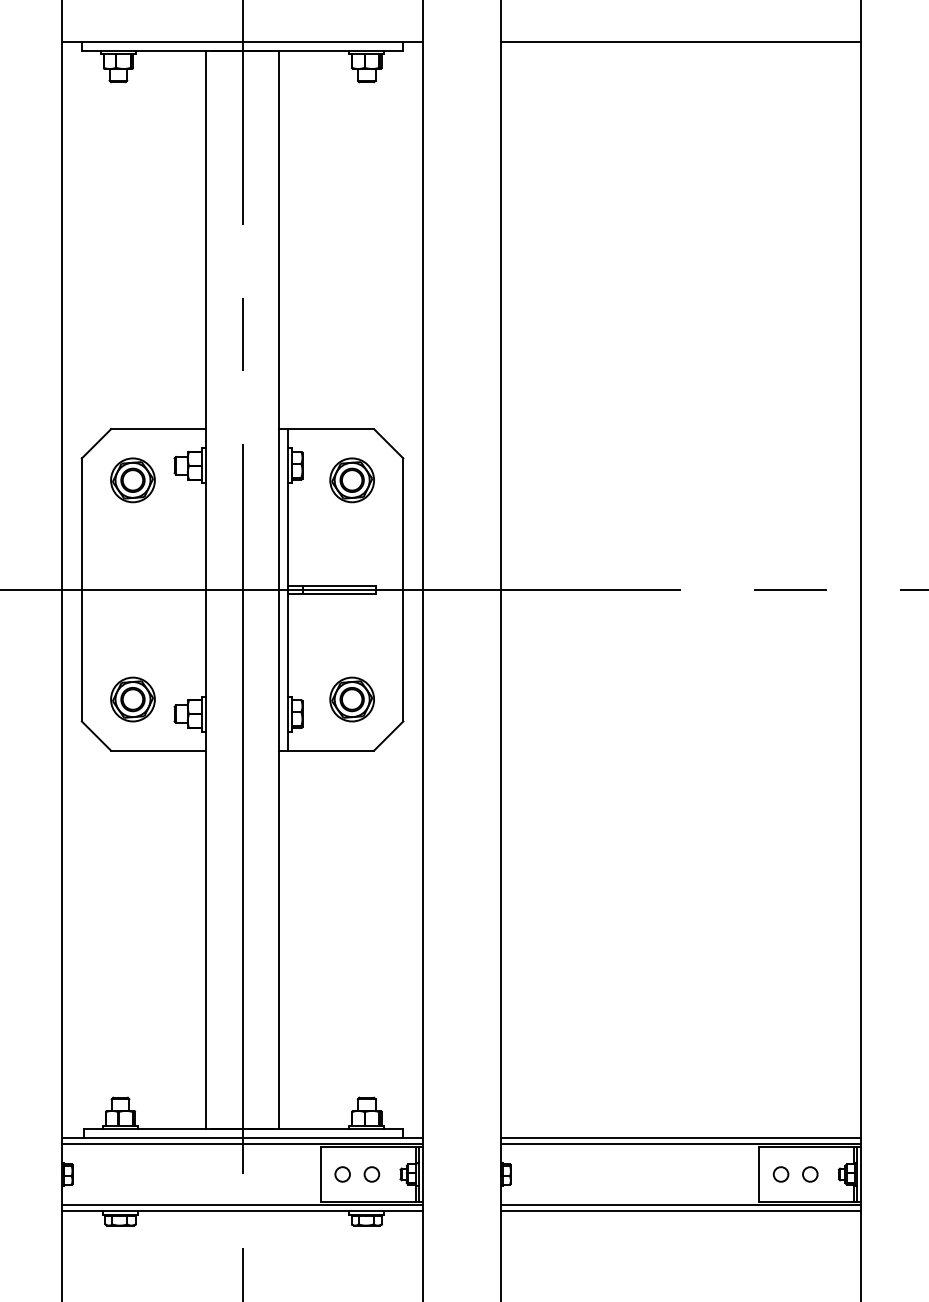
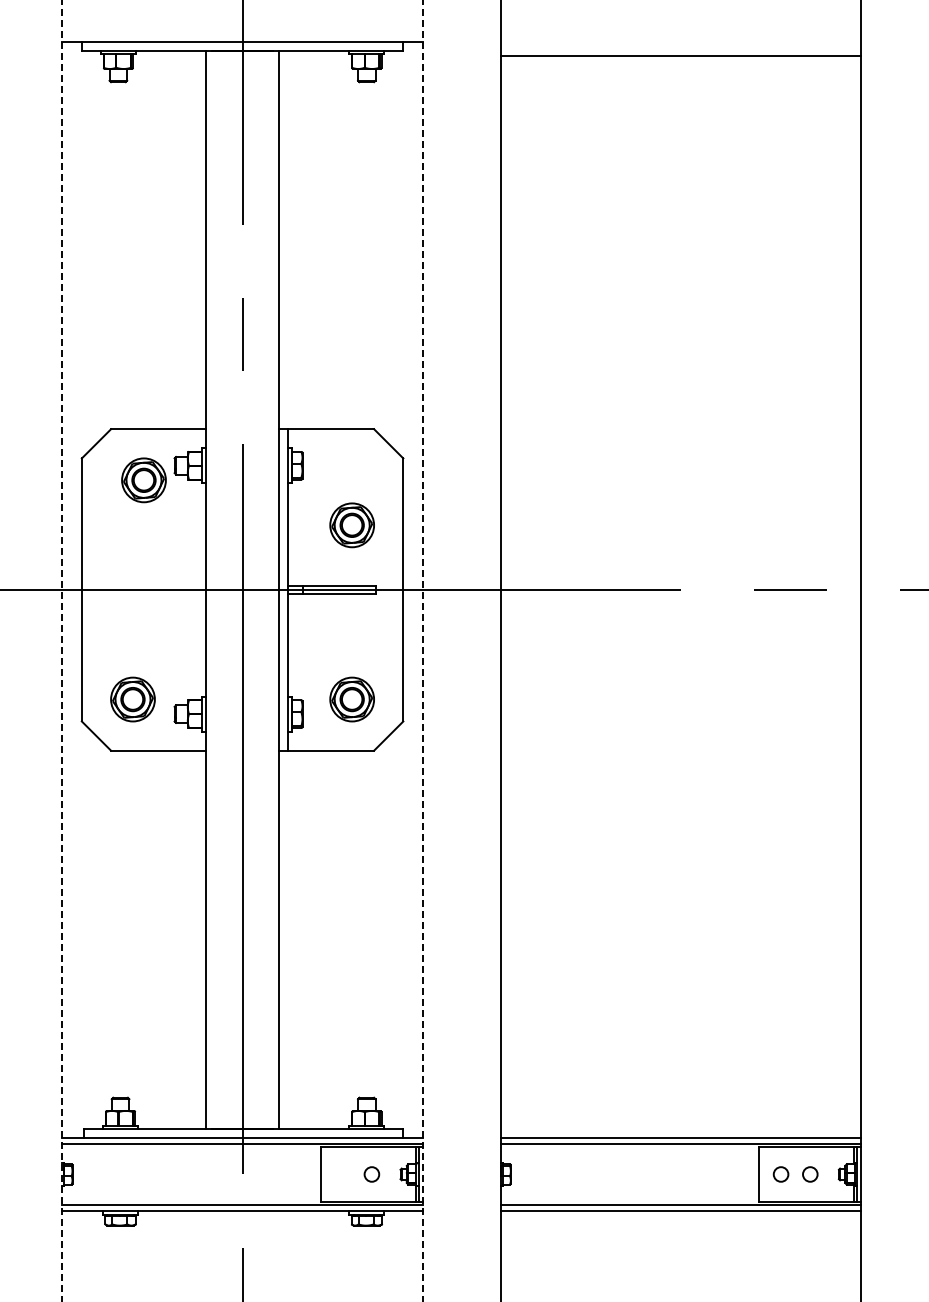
line at (680, 41) position: (680, 41) -> (680, 55)
part at (132, 480) position: (132, 480) -> (143, 480)
part at (351, 480) position: (351, 480) -> (351, 525)
line at (62, 650): solid -> dashed
line at (423, 650): solid -> dashed
circle at (342, 1174): present -> none
